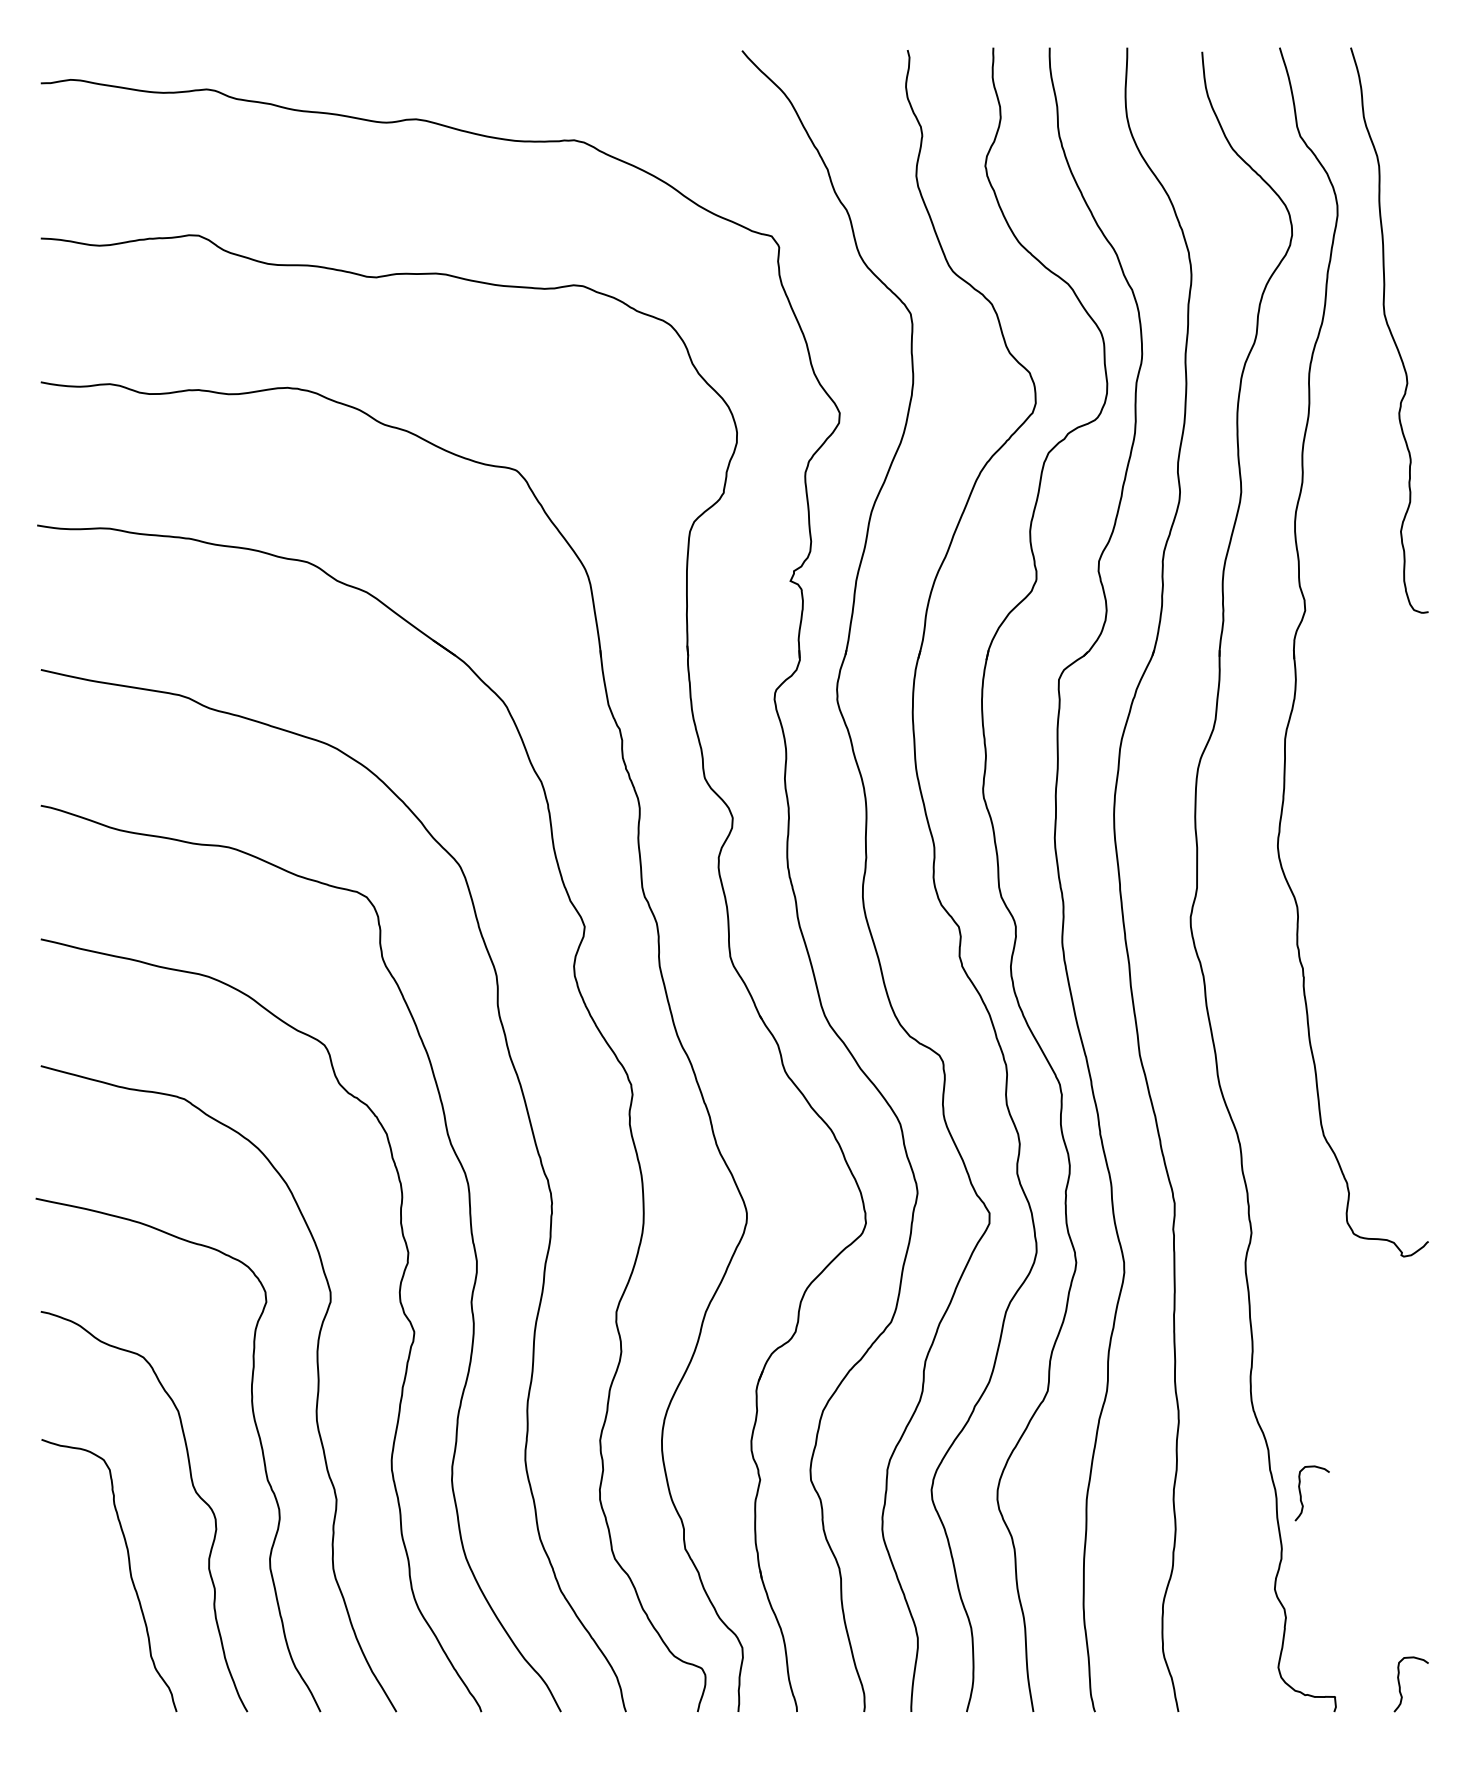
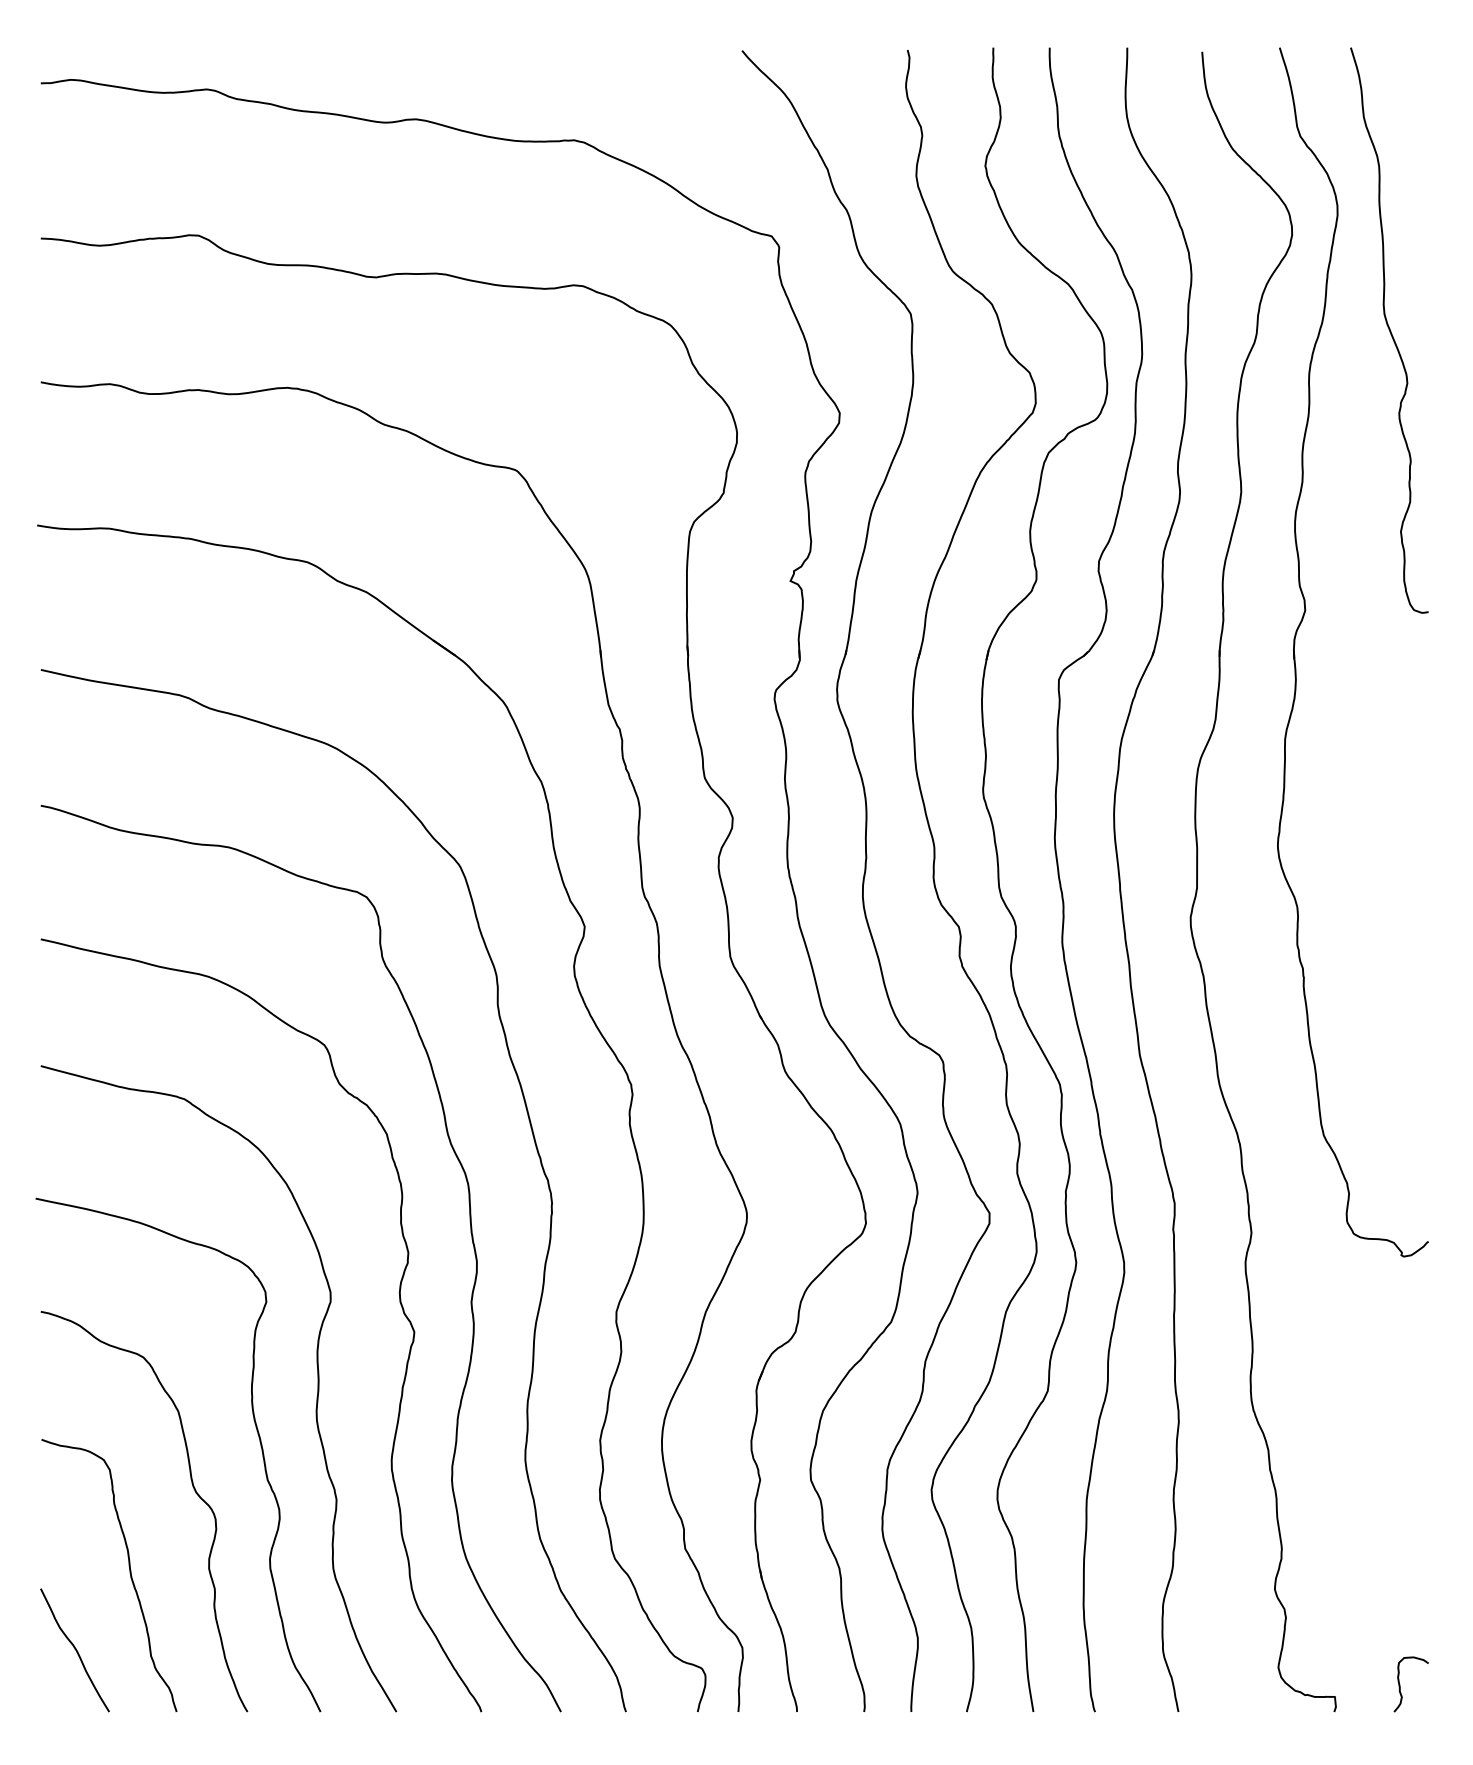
curve at (1301, 1493): present -> none
curve at (74, 1649): none -> present
